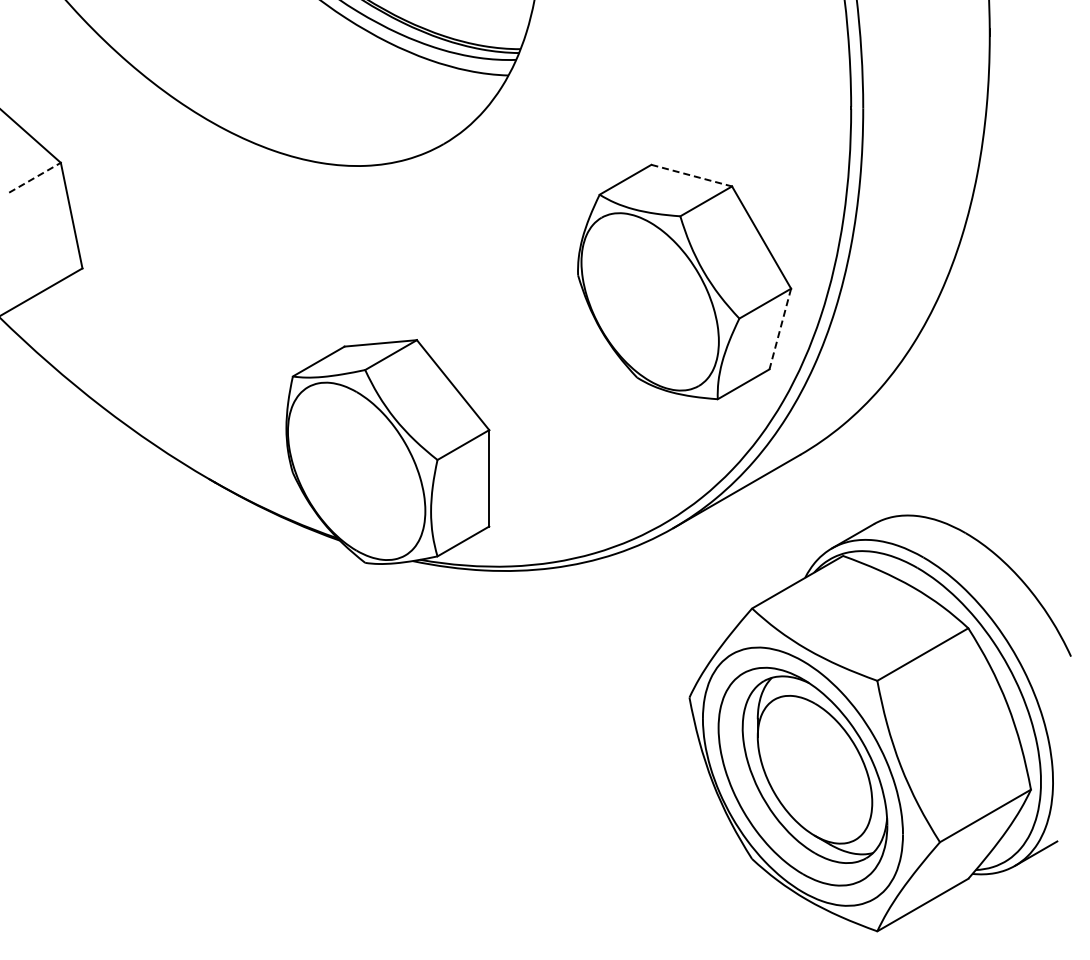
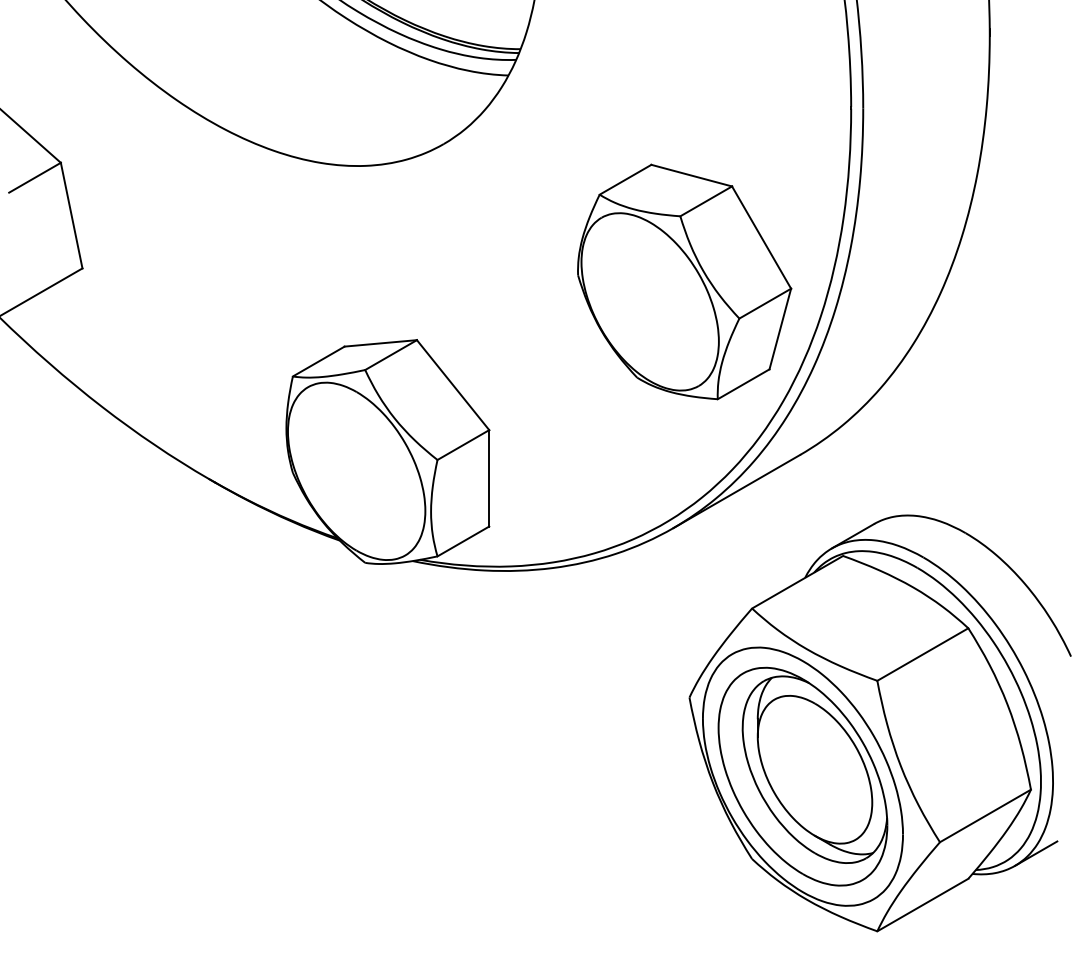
line at (691, 175): dashed -> solid
line at (35, 177): dashed -> solid
line at (780, 329): dashed -> solid
